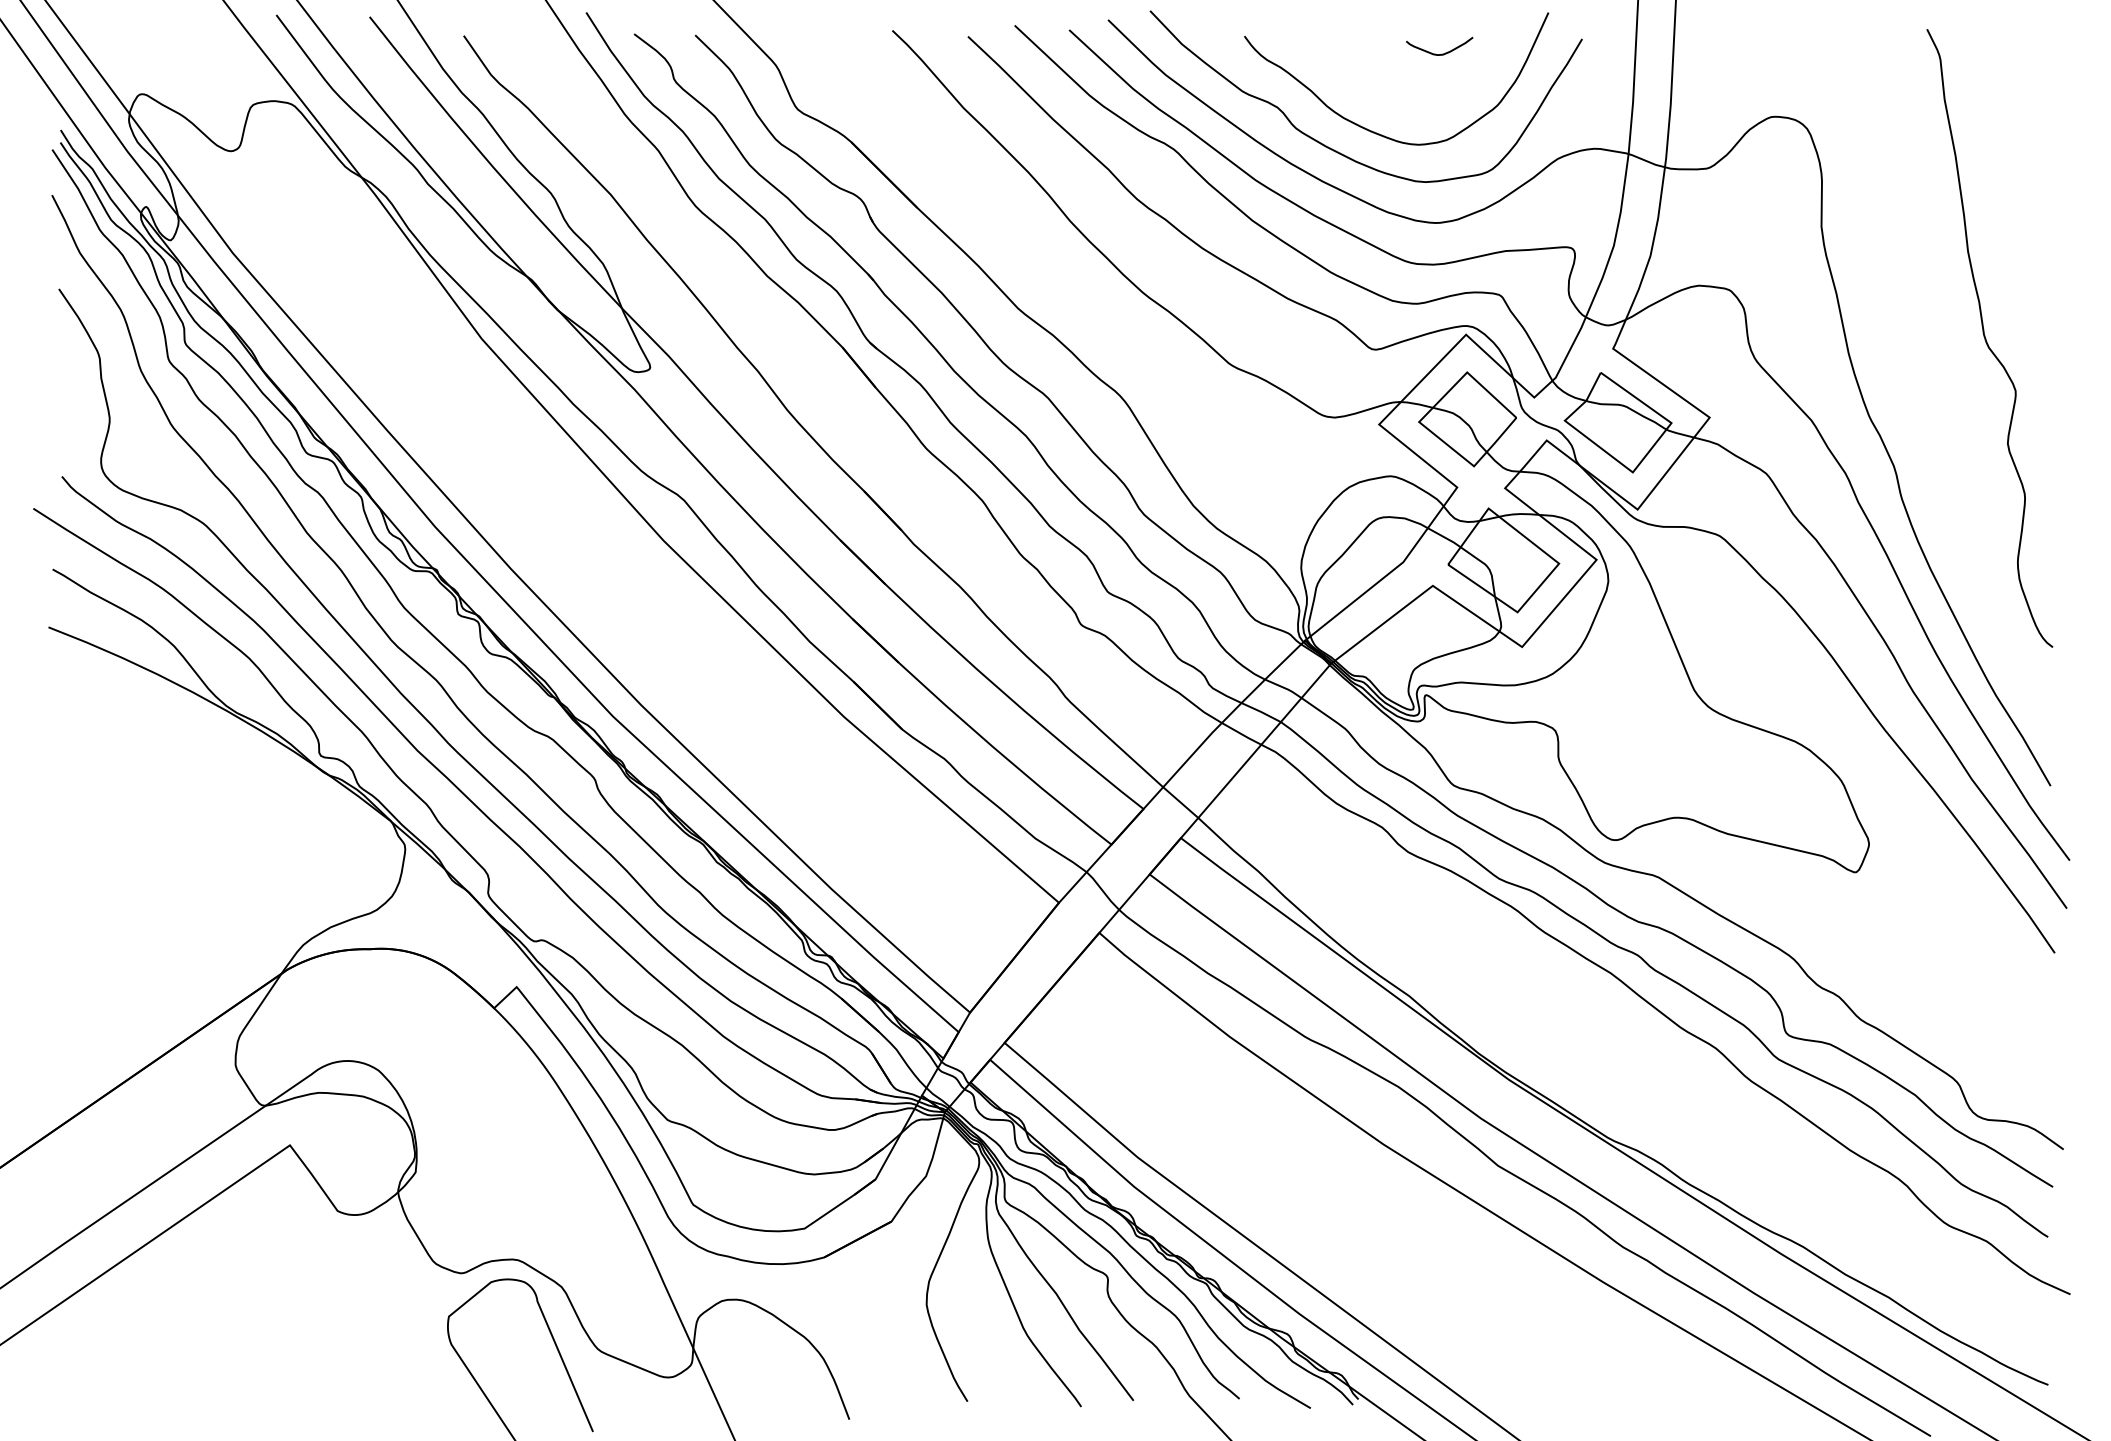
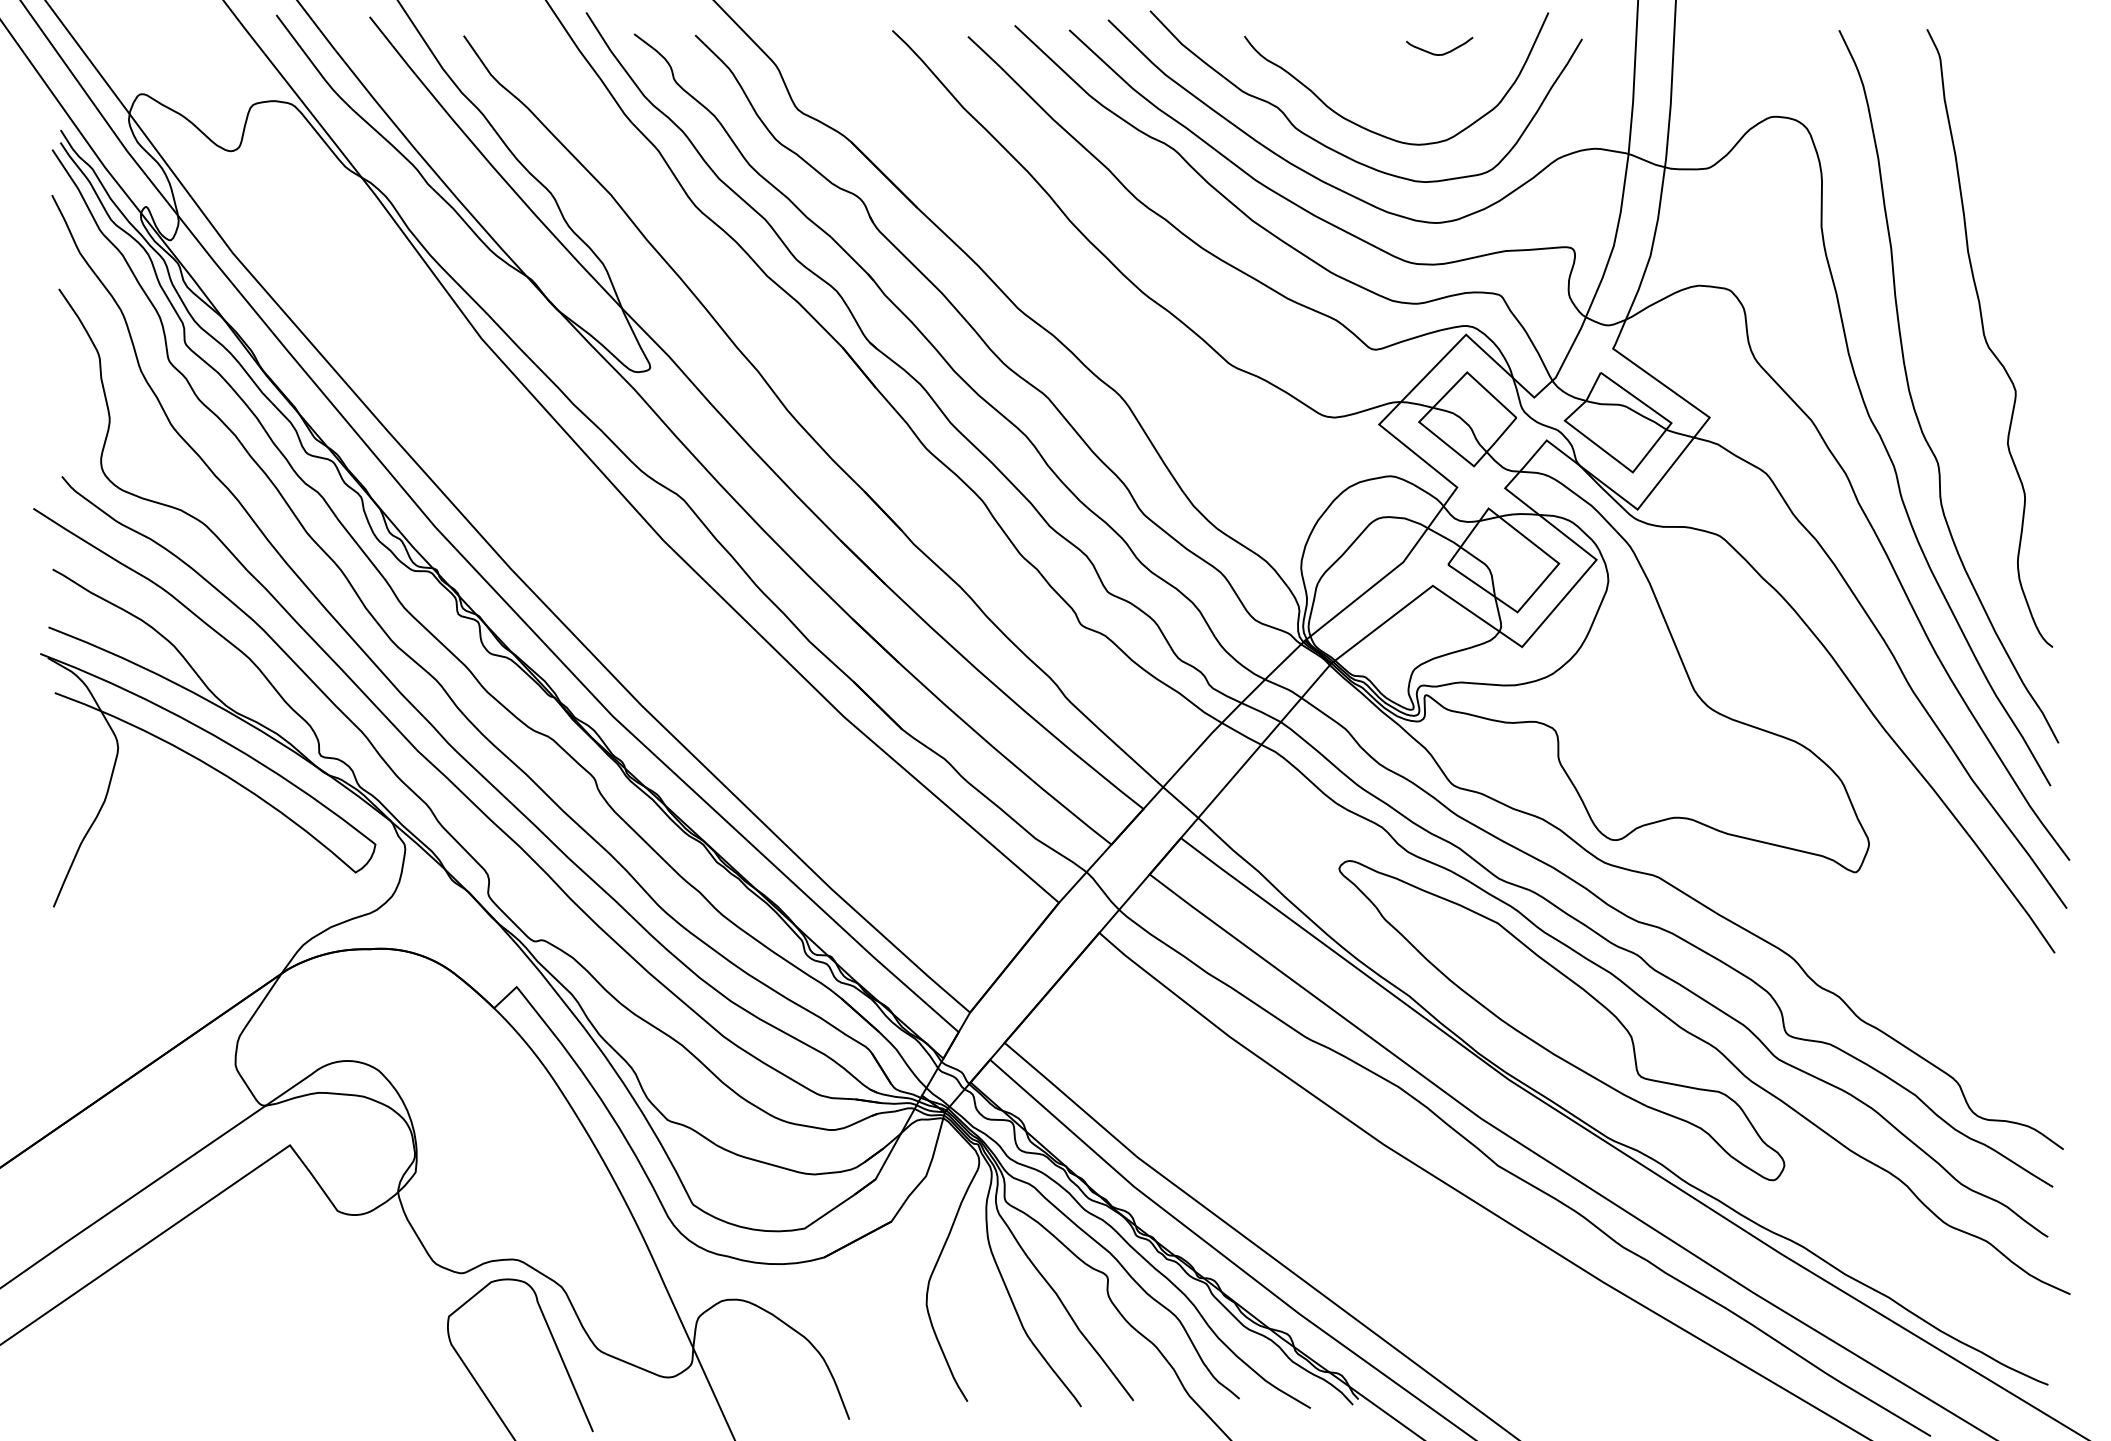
curve at (1911, 394): none -> present
part at (216, 771): none -> present
part at (1561, 1020): none -> present
